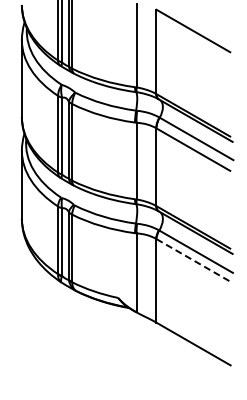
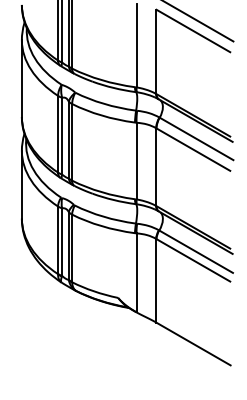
line at (198, 21): none -> present
line at (193, 260): dashed -> solid
